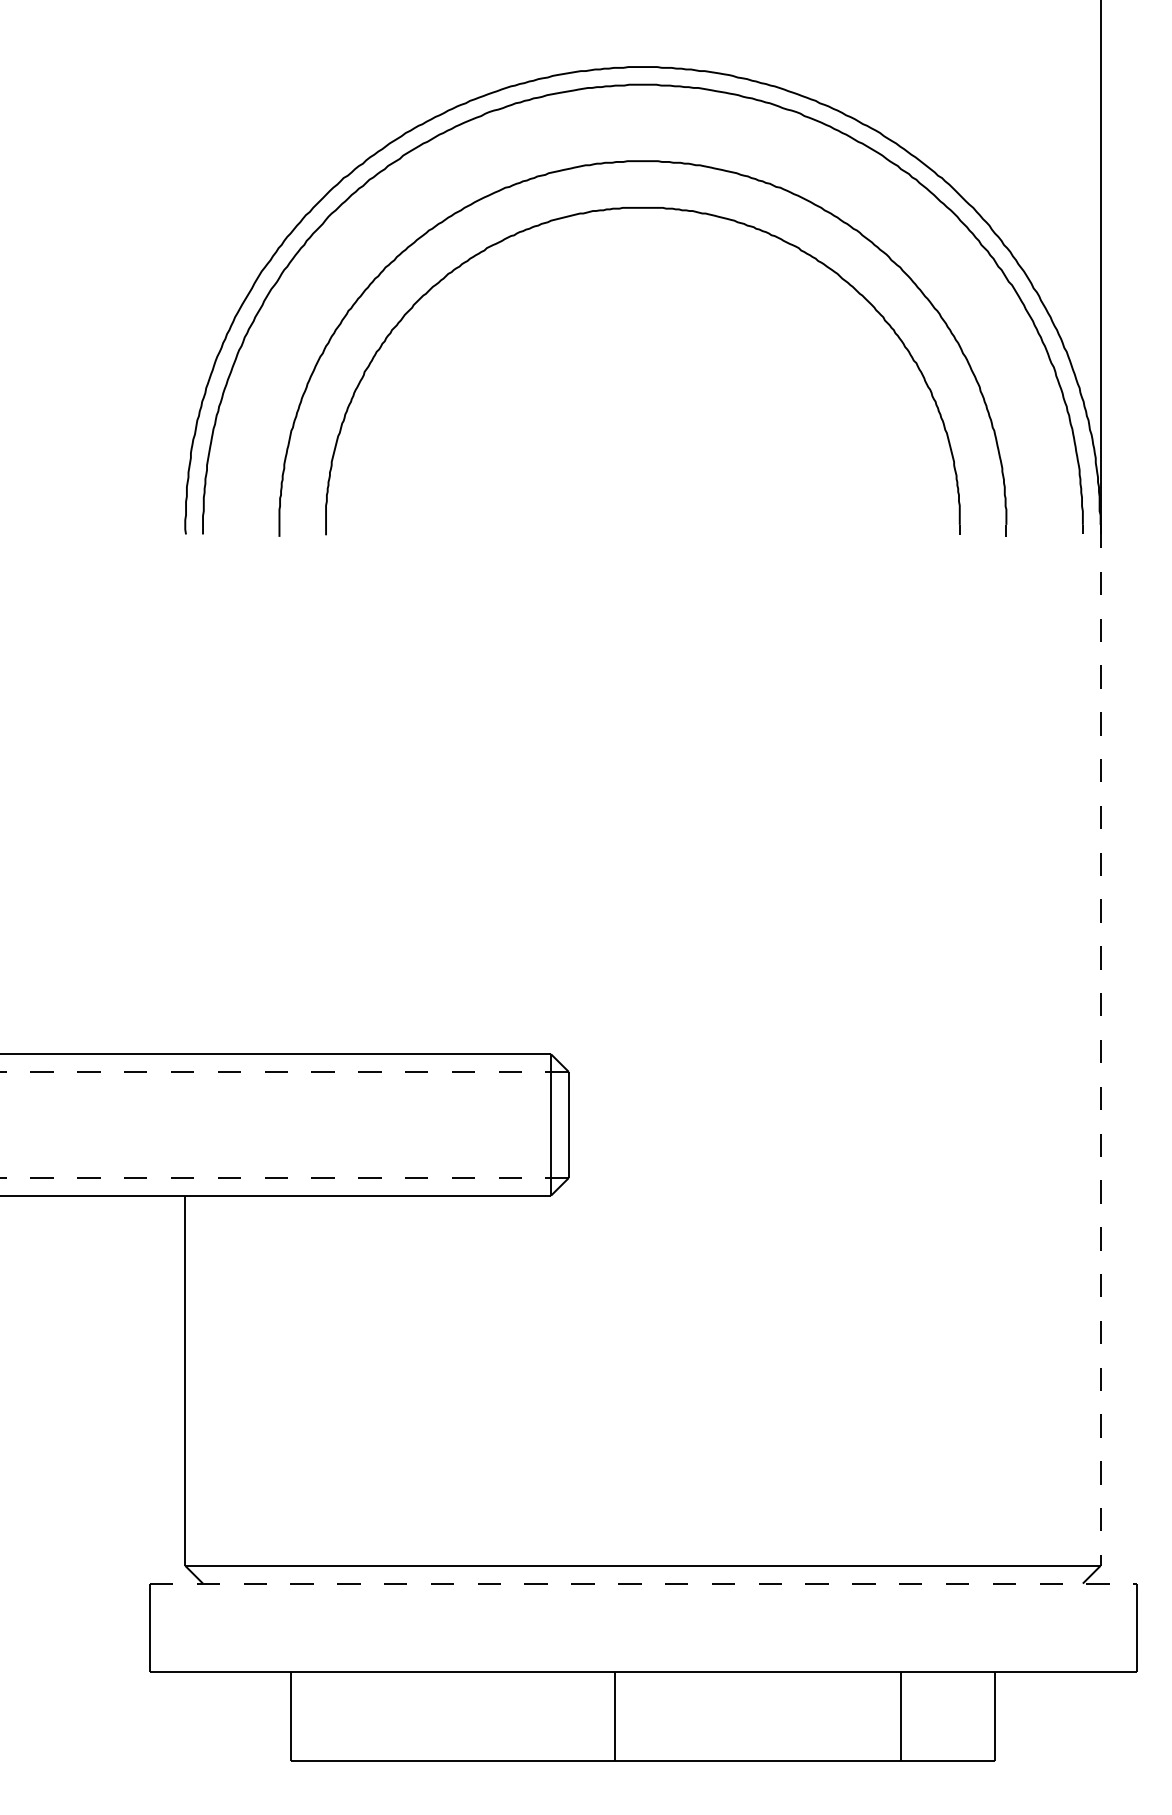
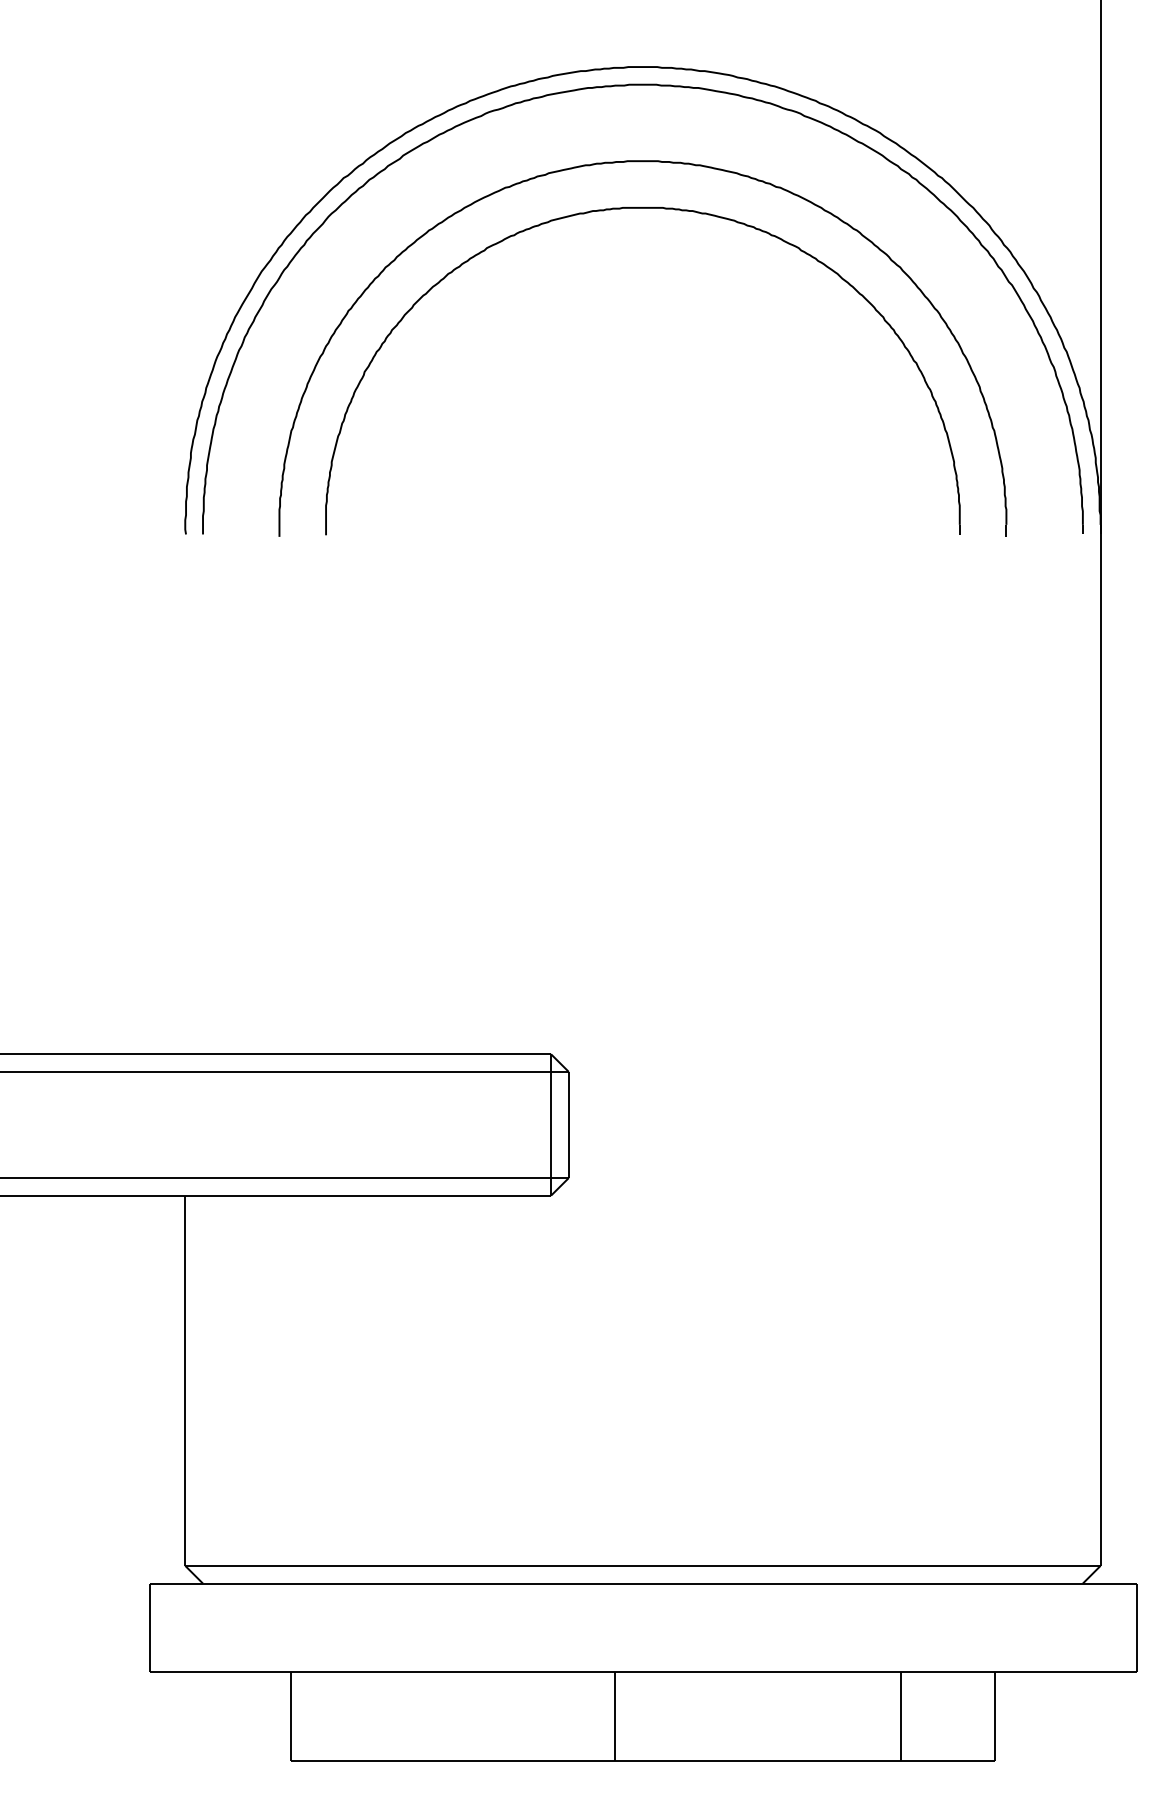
line at (1100, 1045): dashed -> solid
line at (284, 1071): dashed -> solid
line at (284, 1178): dashed -> solid
line at (643, 1583): dashed -> solid
